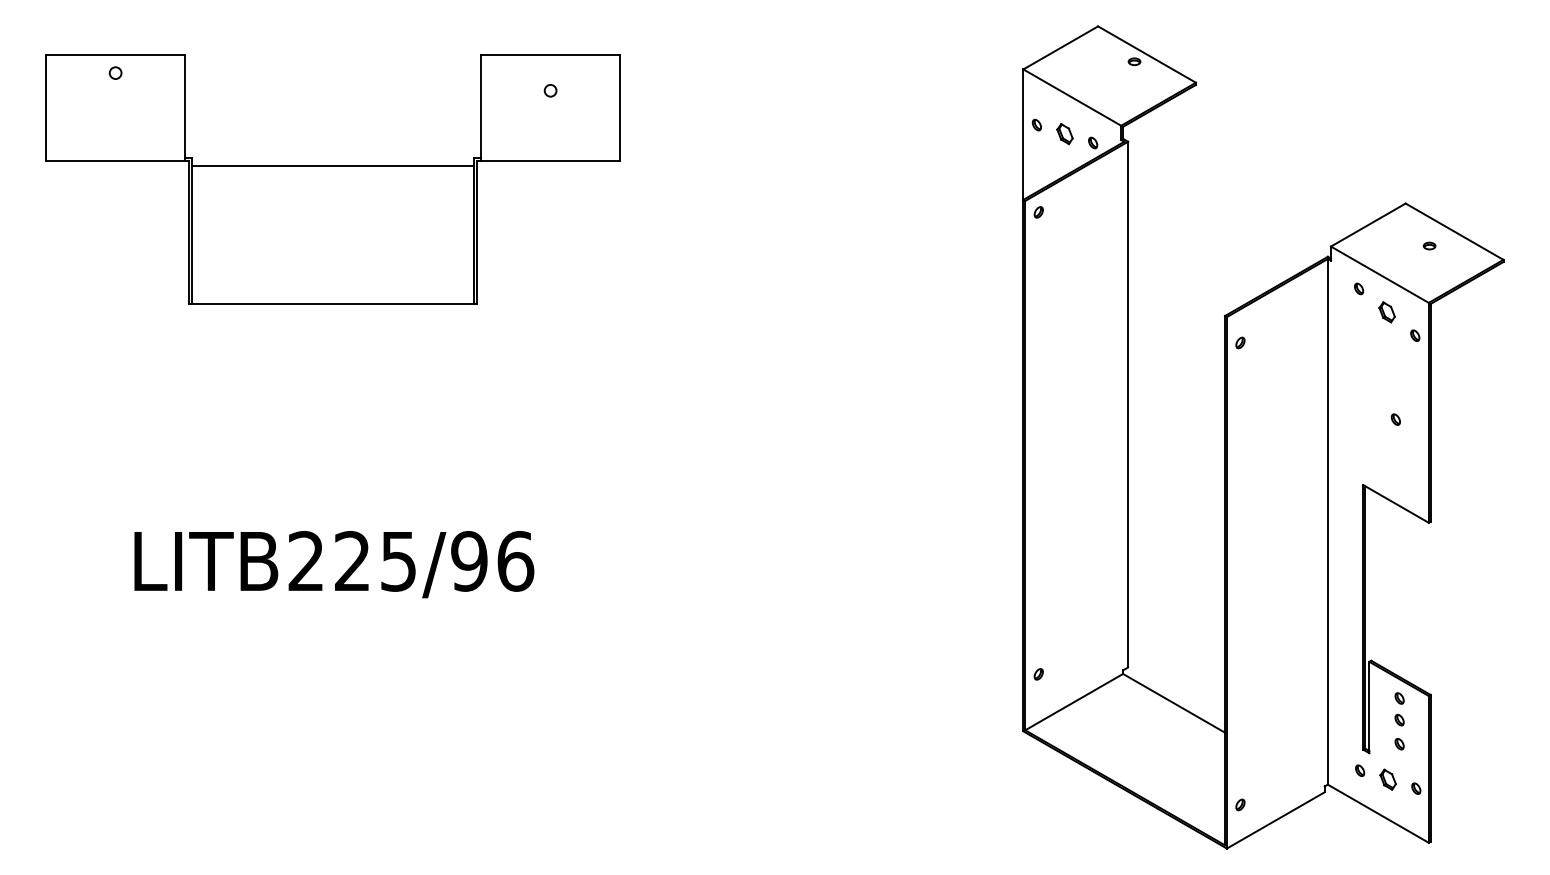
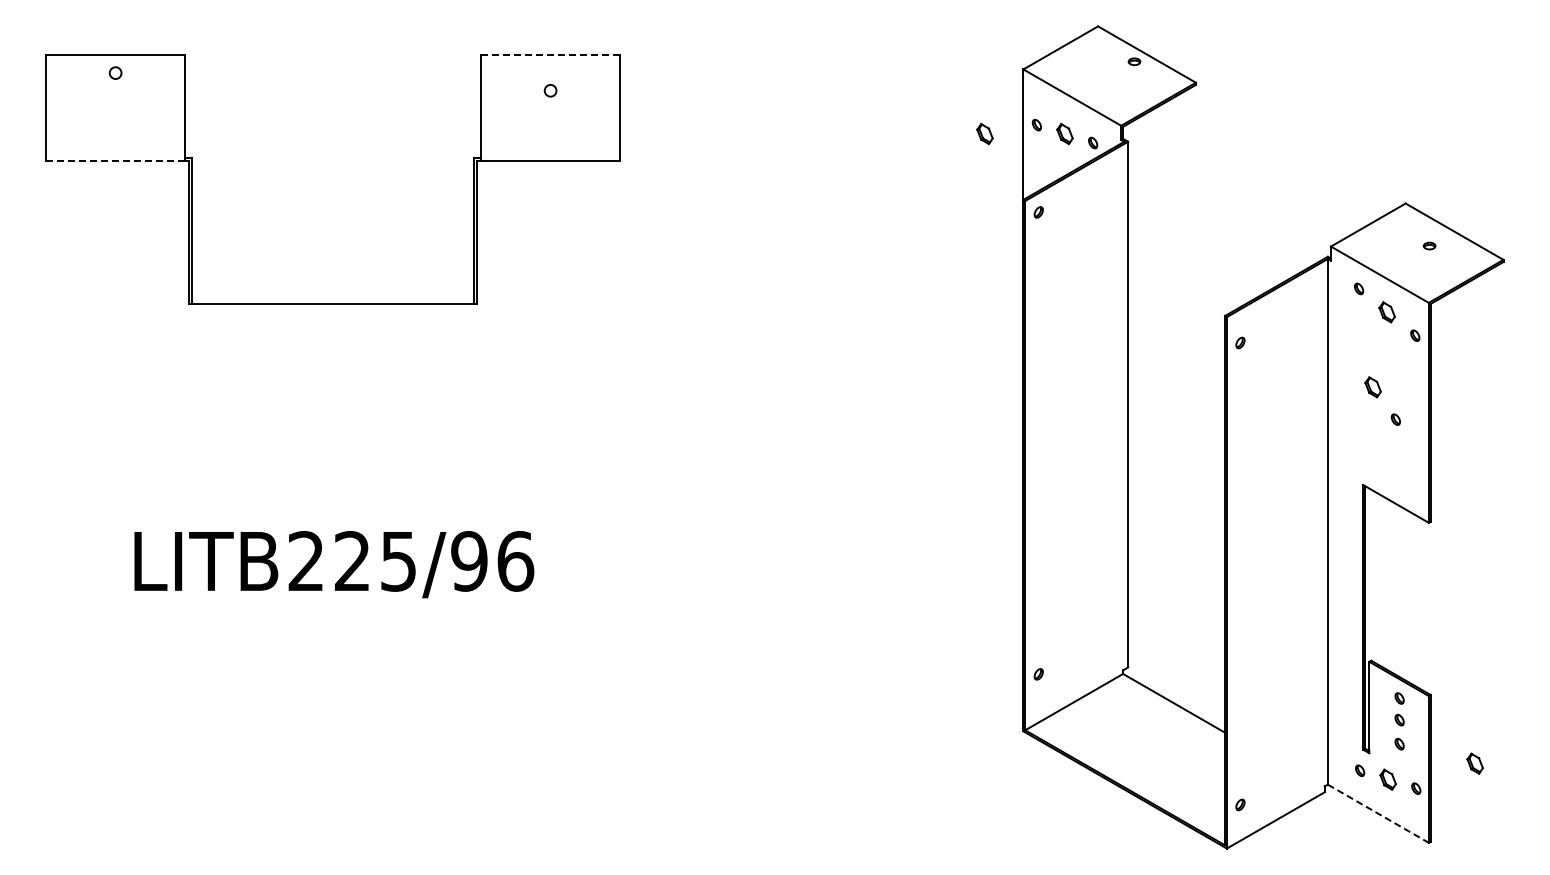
line at (550, 55): solid -> dashed
part at (984, 134): none -> present
line at (115, 161): solid -> dashed
line at (332, 165): present -> none
part at (1372, 387): none -> present
part at (1474, 763): none -> present
line at (1378, 813): solid -> dashed
